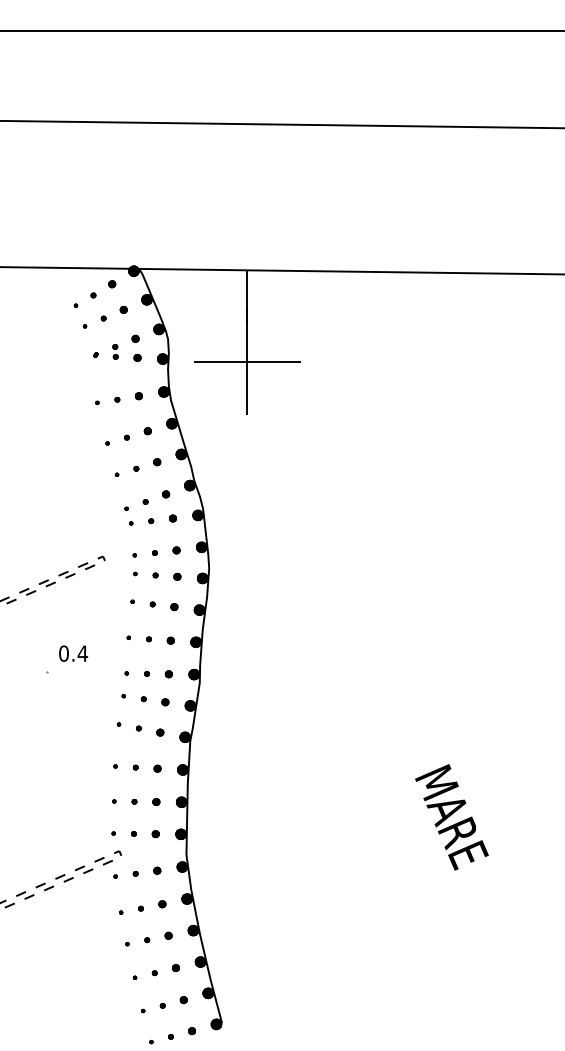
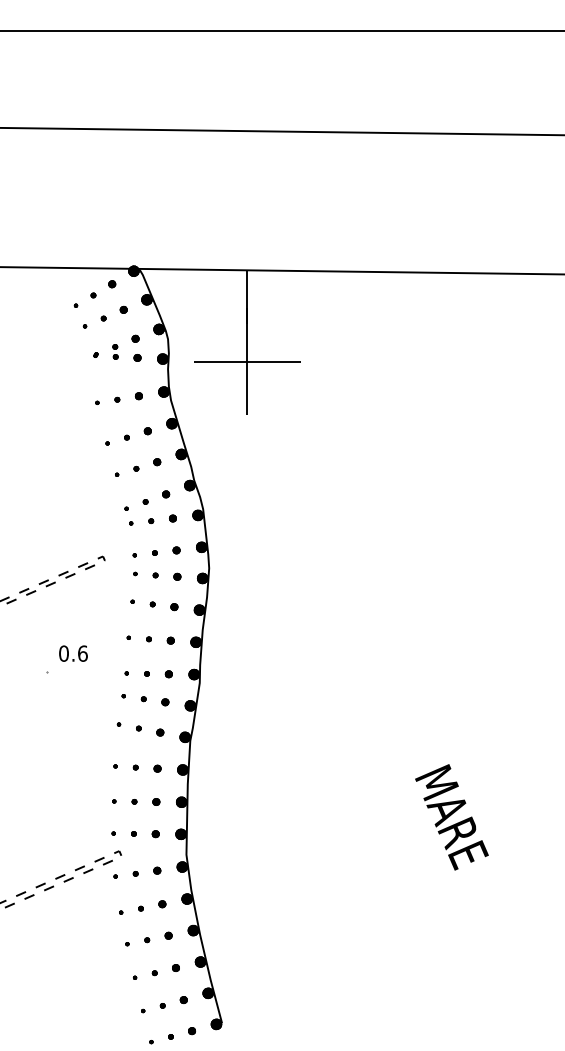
line at (281, 124) position: (281, 124) -> (281, 131)
text at (82, 653): 0.4 -> 0.6
